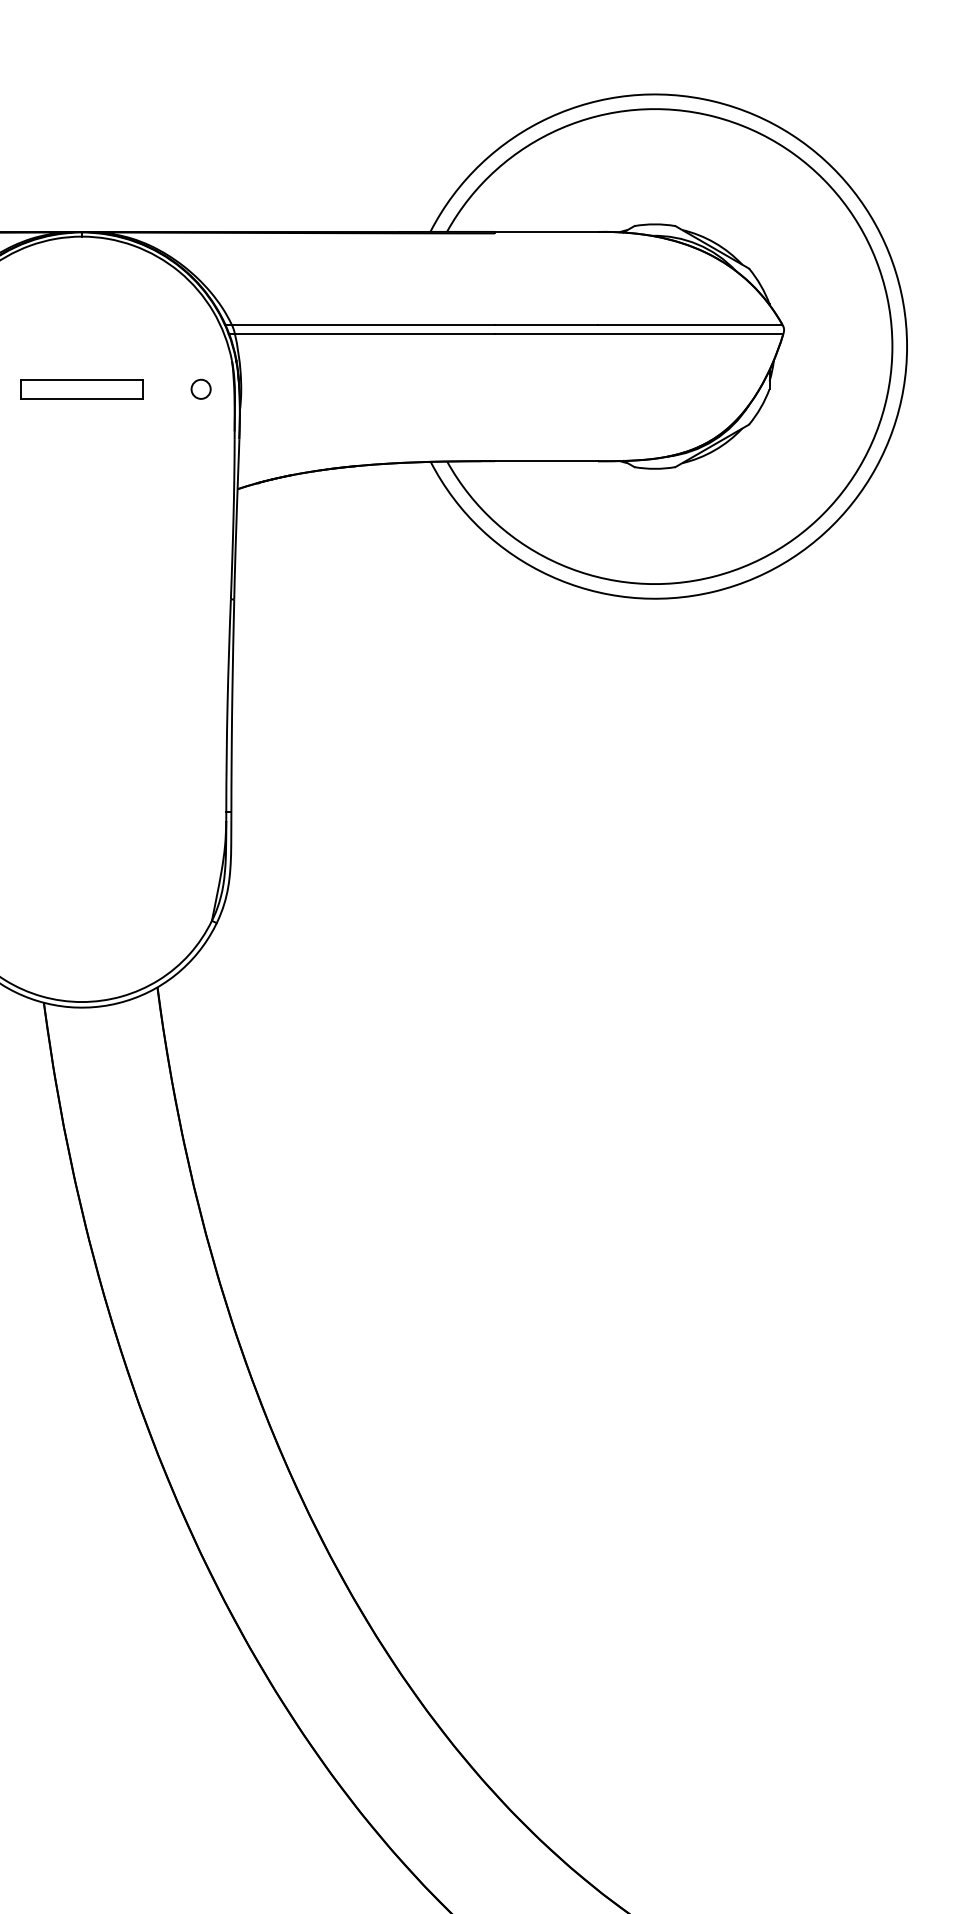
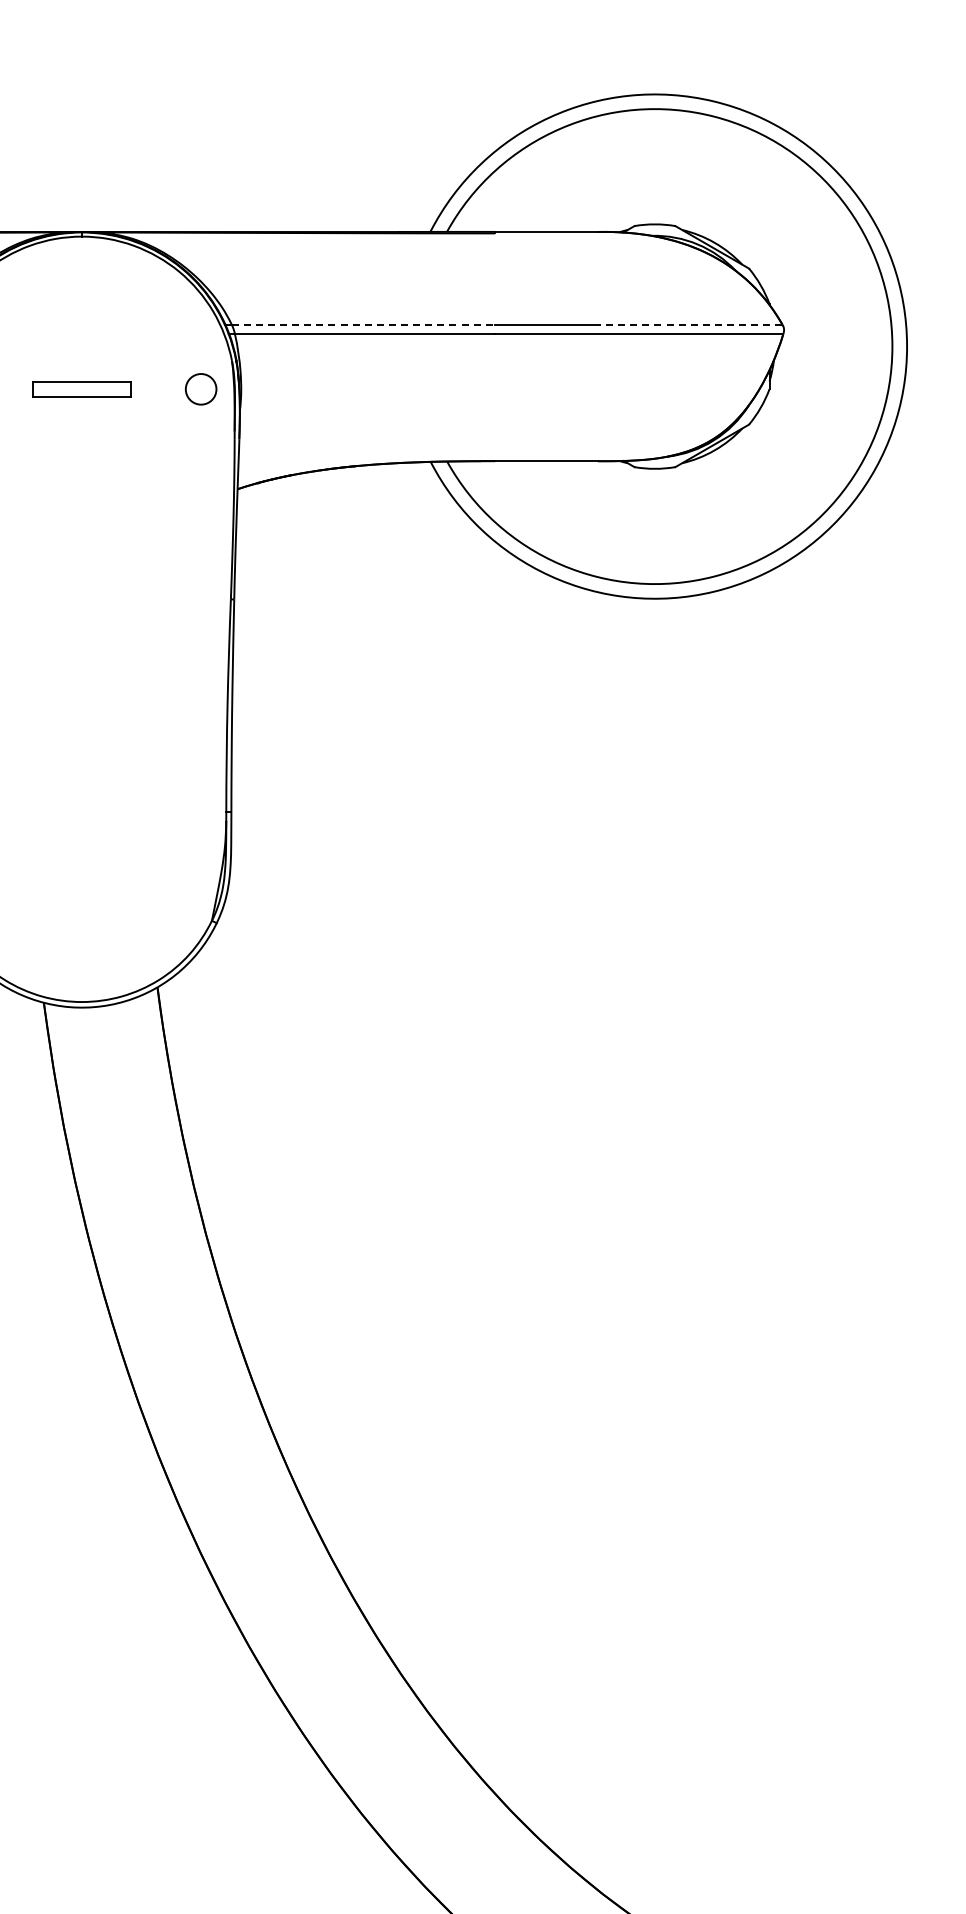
line at (363, 324): solid -> dashed
line at (689, 324): solid -> dashed
circle at (200, 388) diameter: 19 px -> 31 px
part at (81, 389) size: 124x21 px -> 100x17 px
